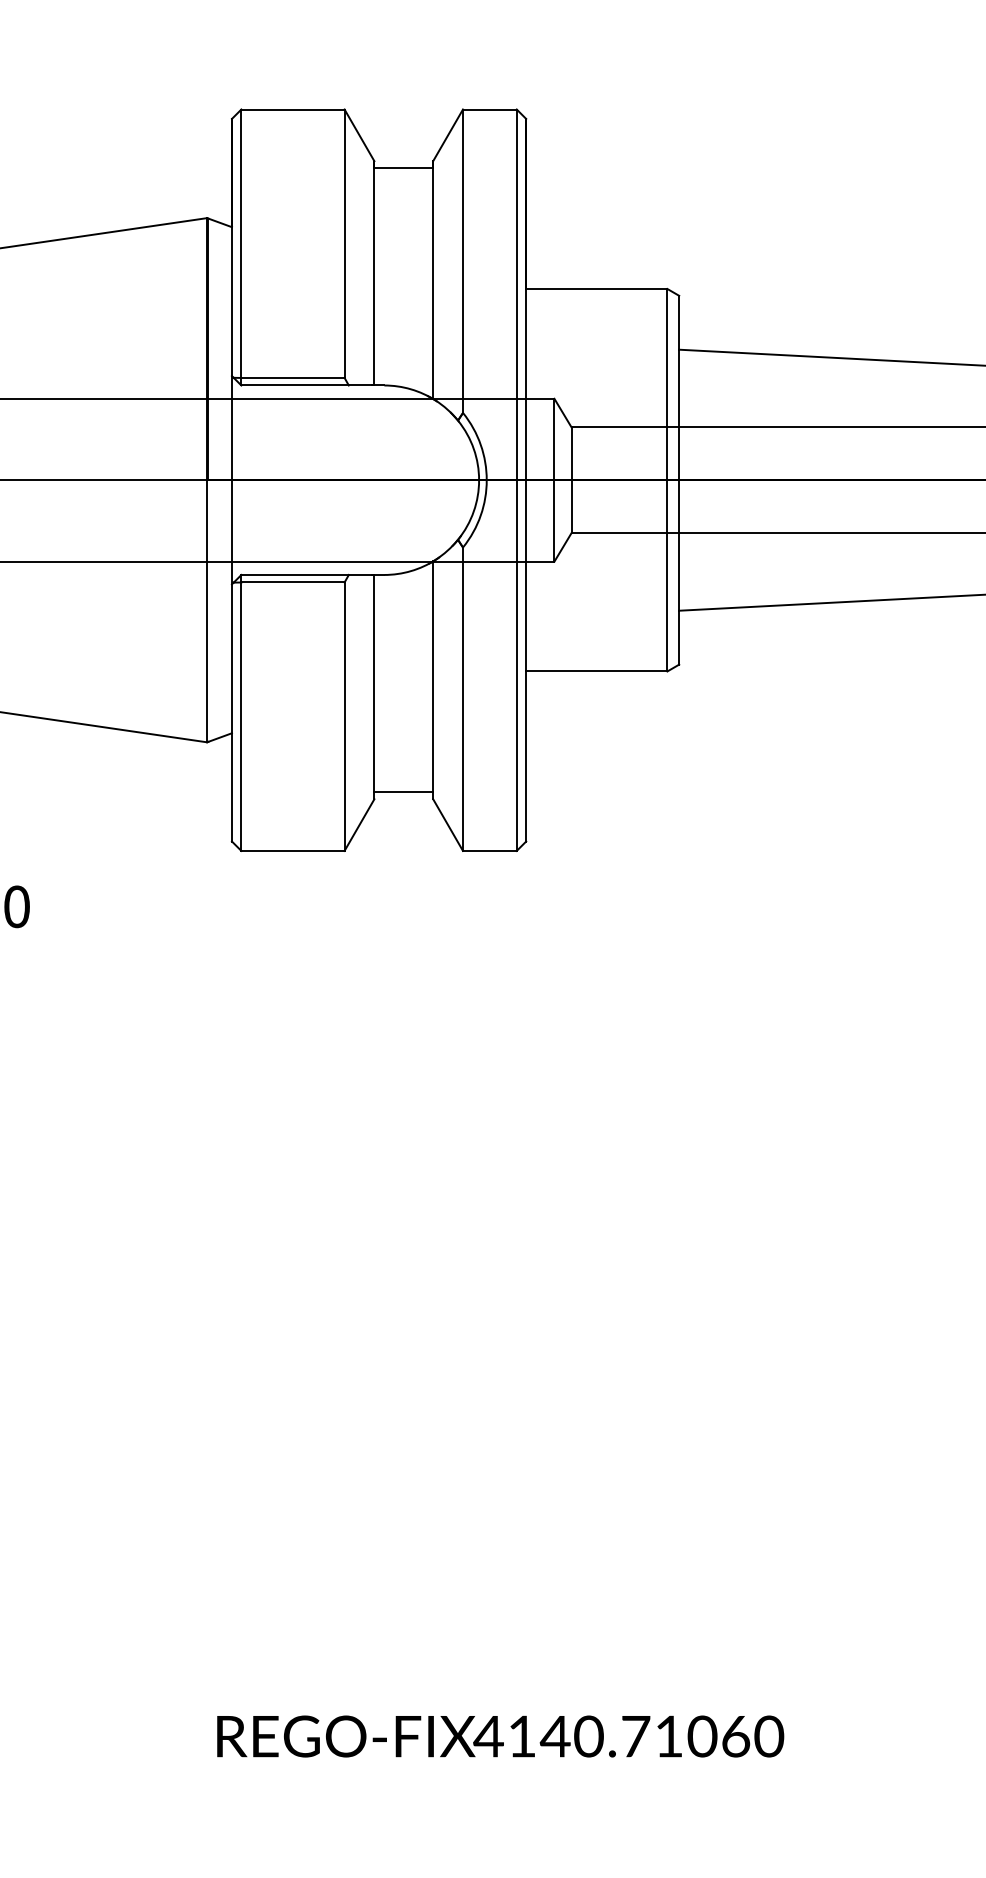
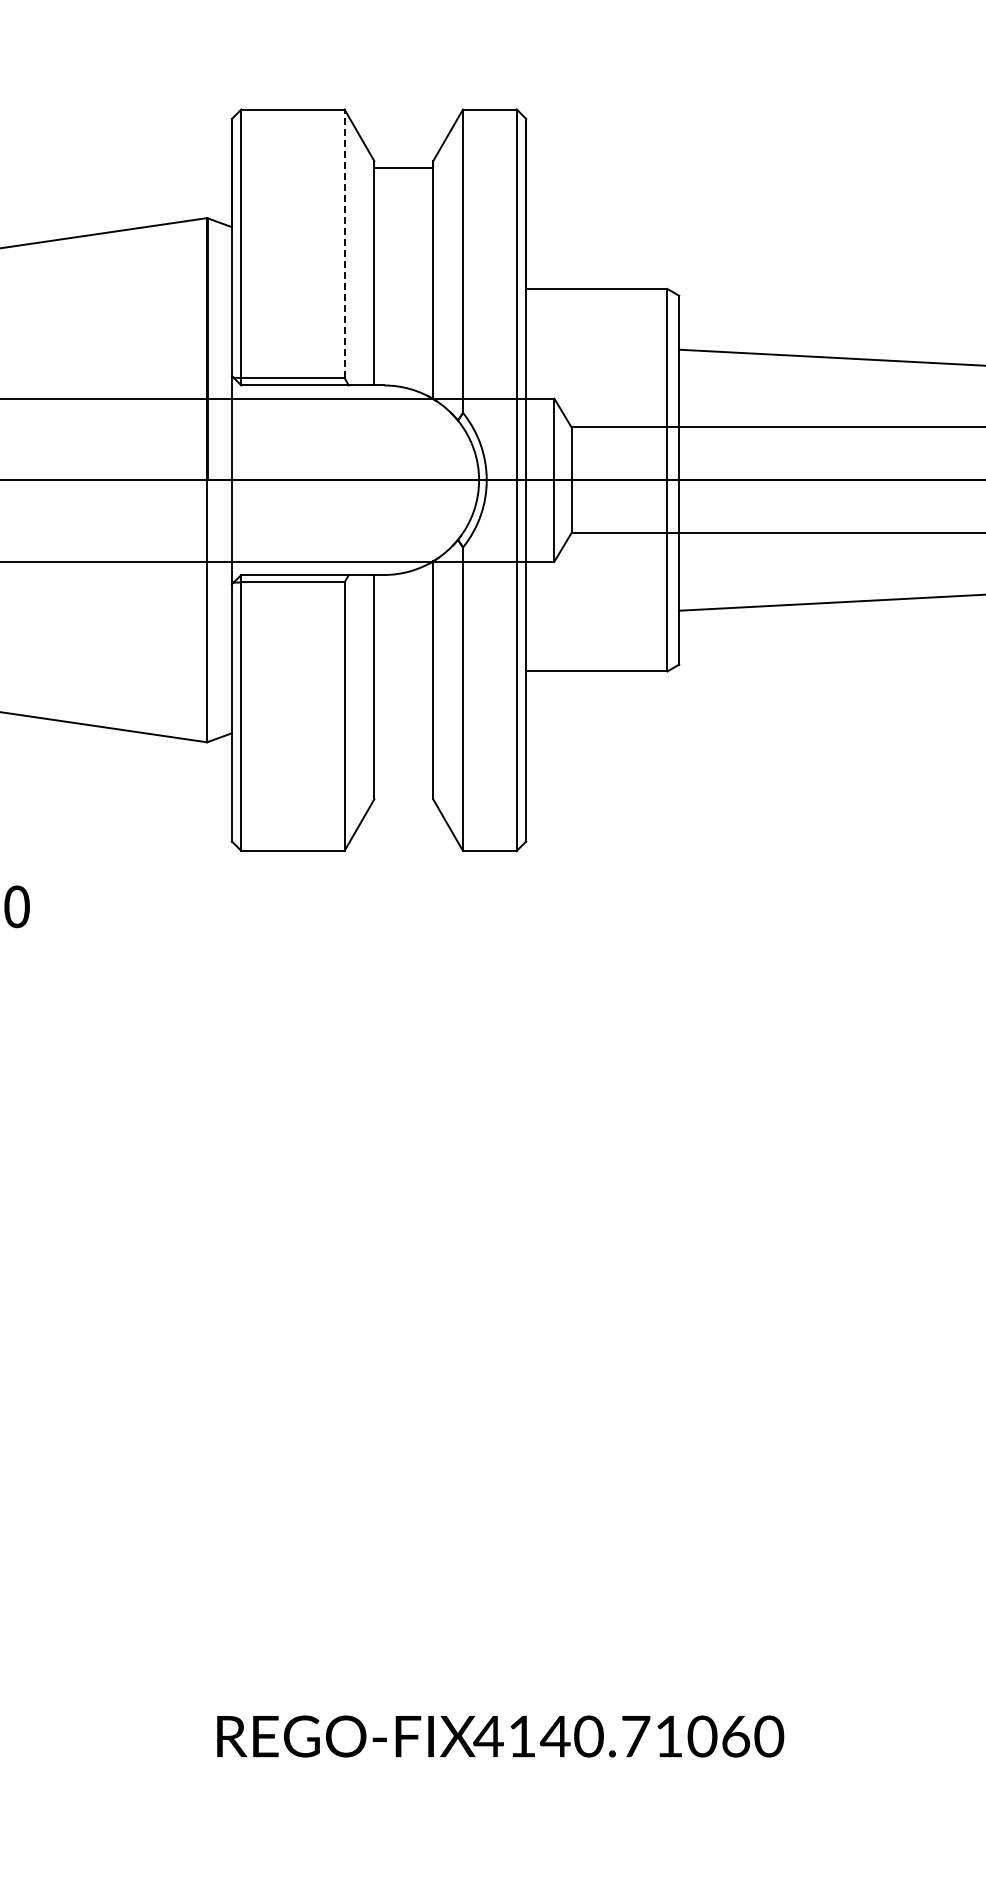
line at (344, 243): solid -> dashed
line at (403, 792): present -> none
